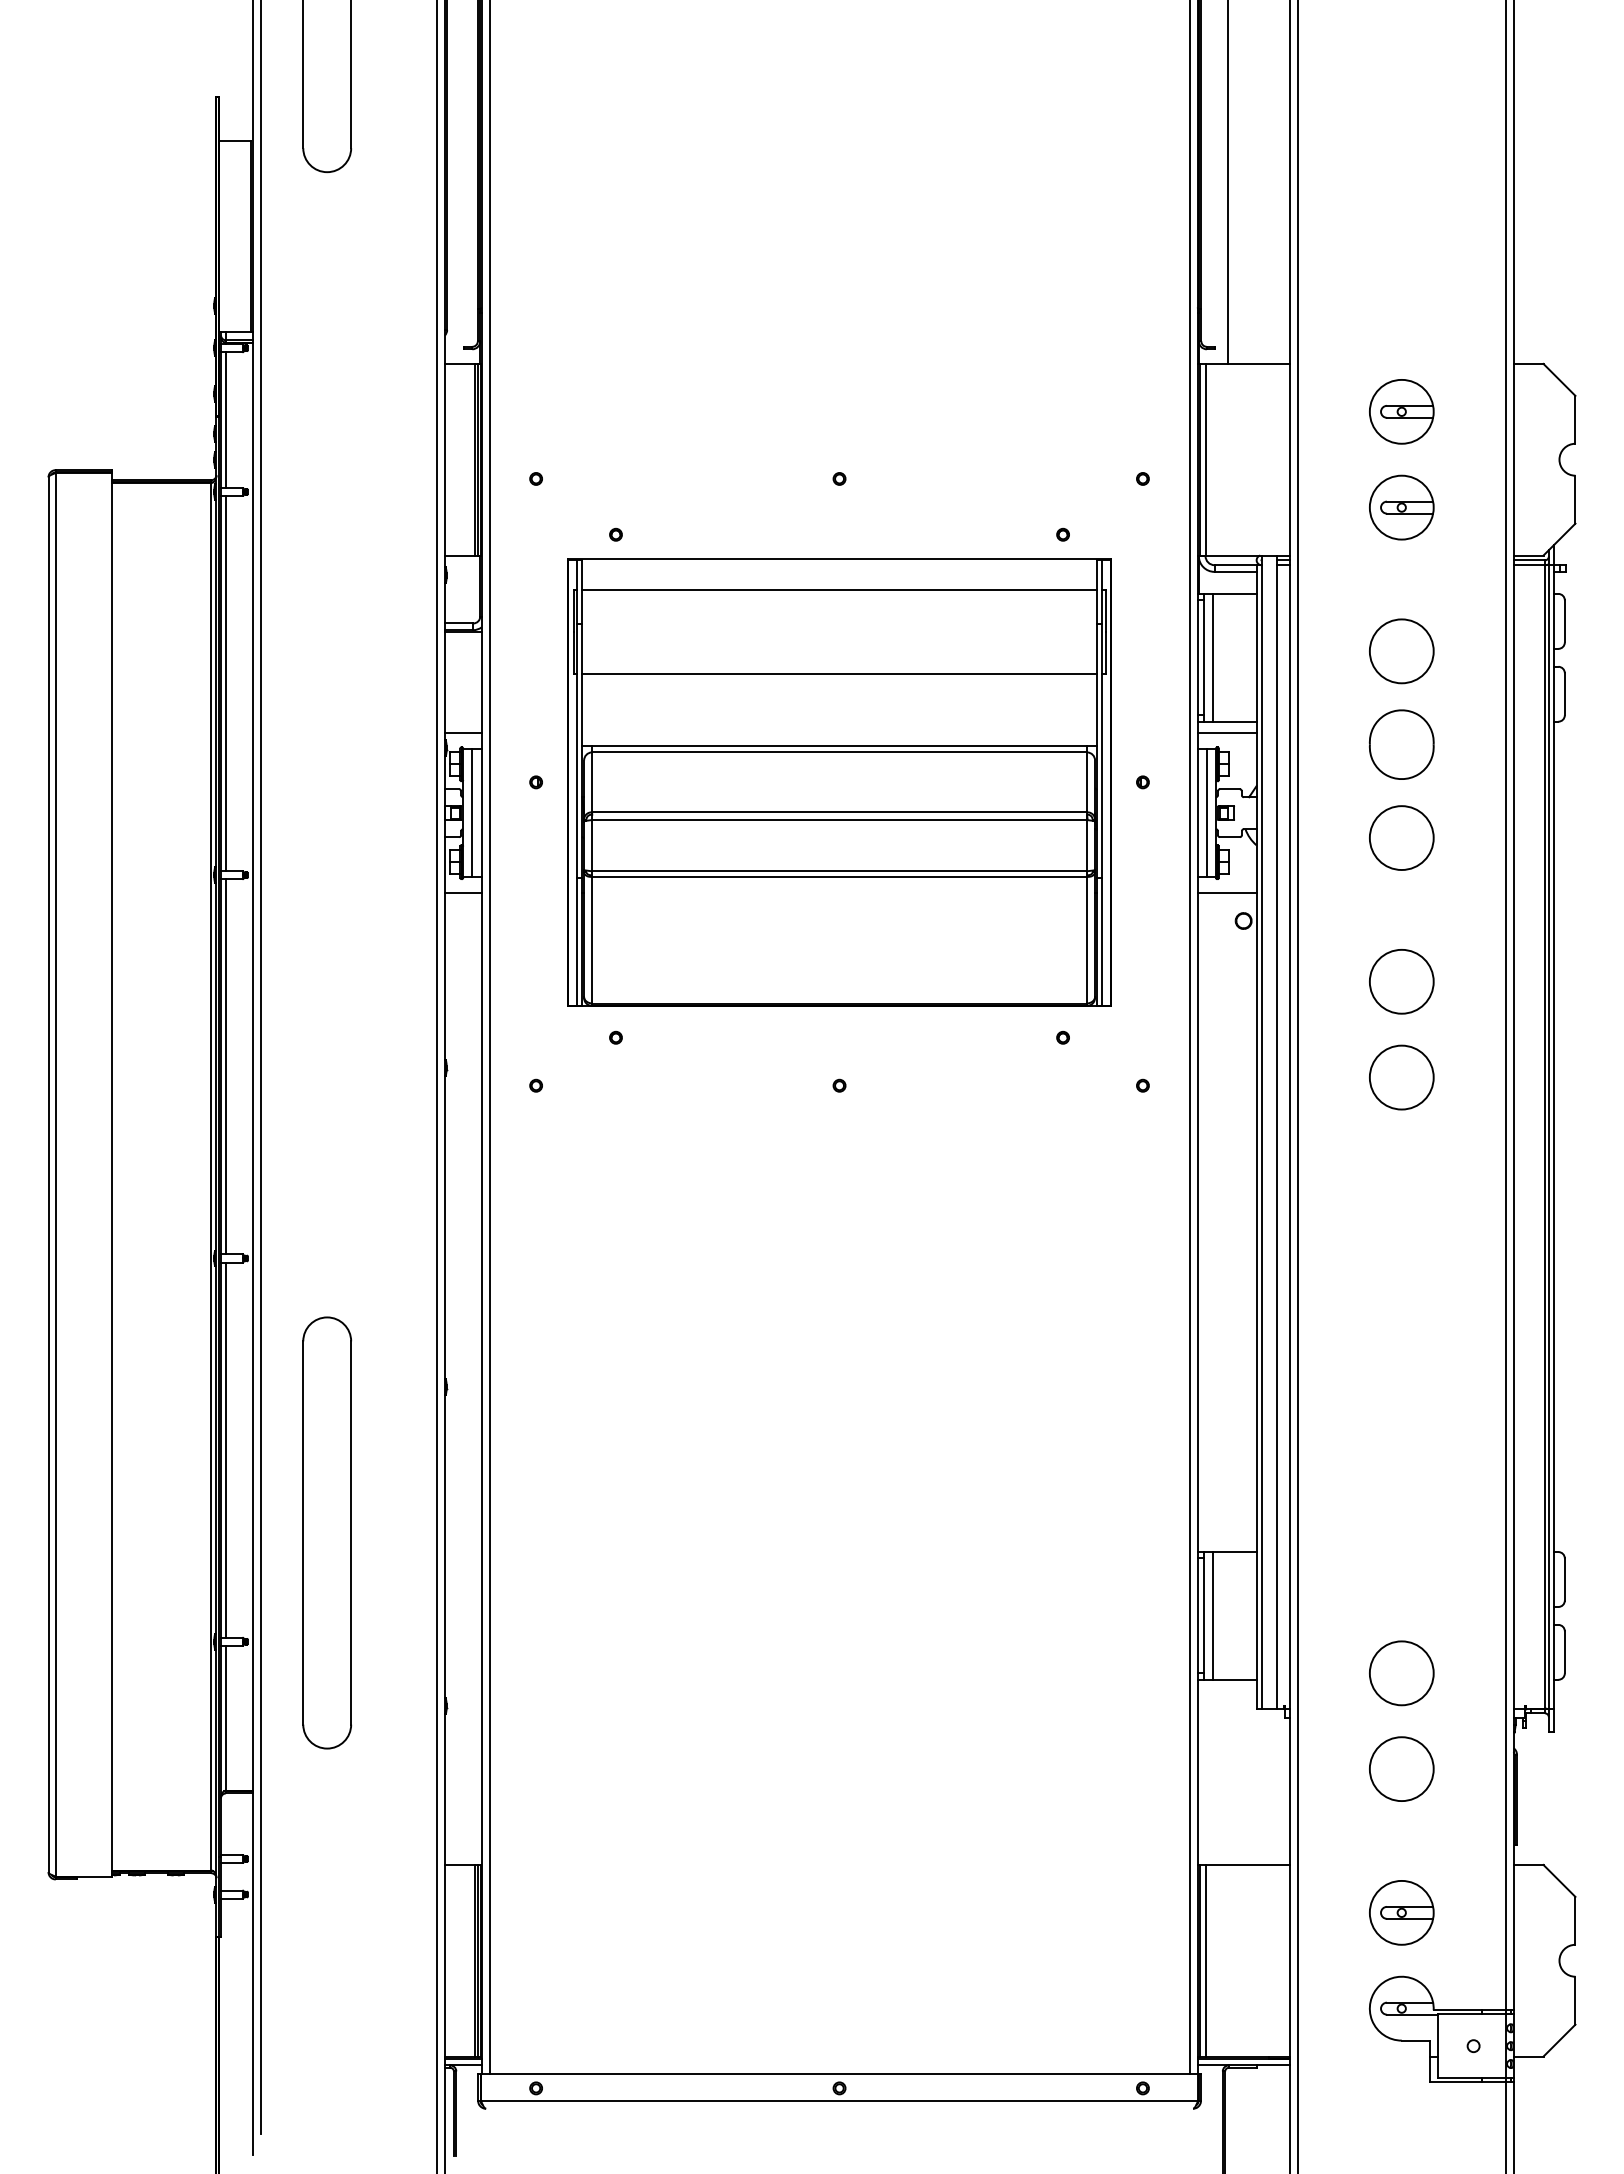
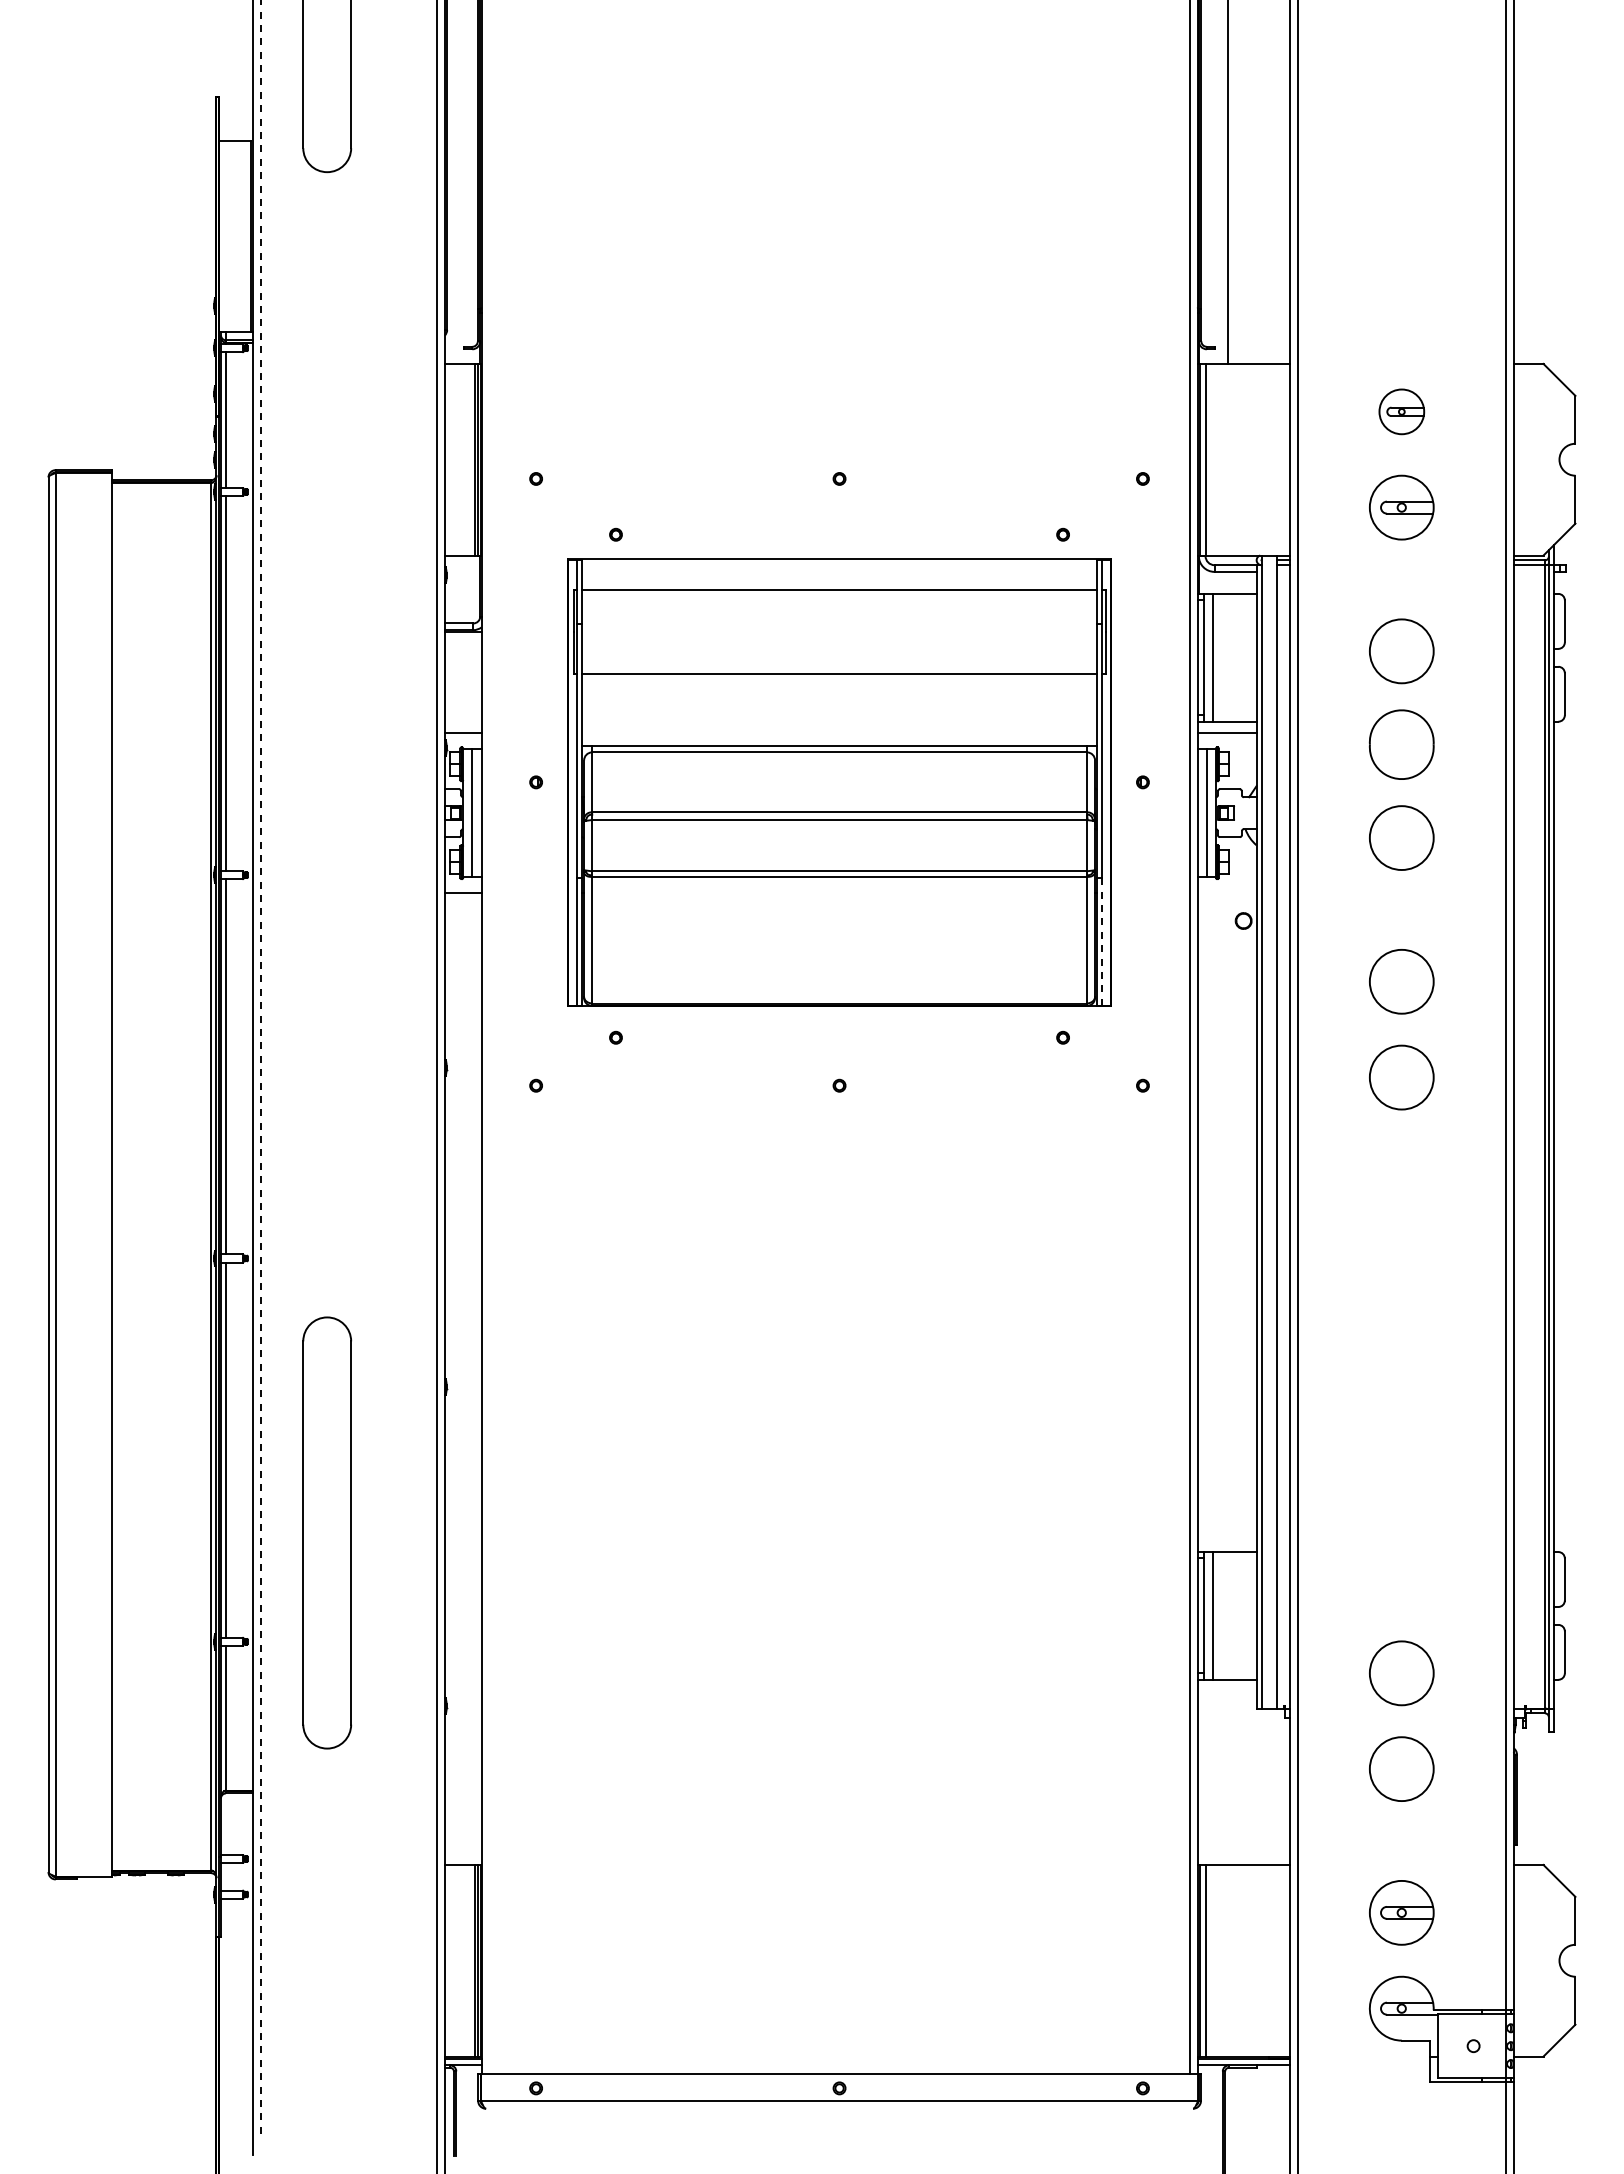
part at (1401, 411) size: 66x66 px -> 48x48 px
line at (1226, 893): present -> none
line at (1101, 942): solid -> dashed
line at (489, 1038): present -> none
line at (261, 1067): solid -> dashed
